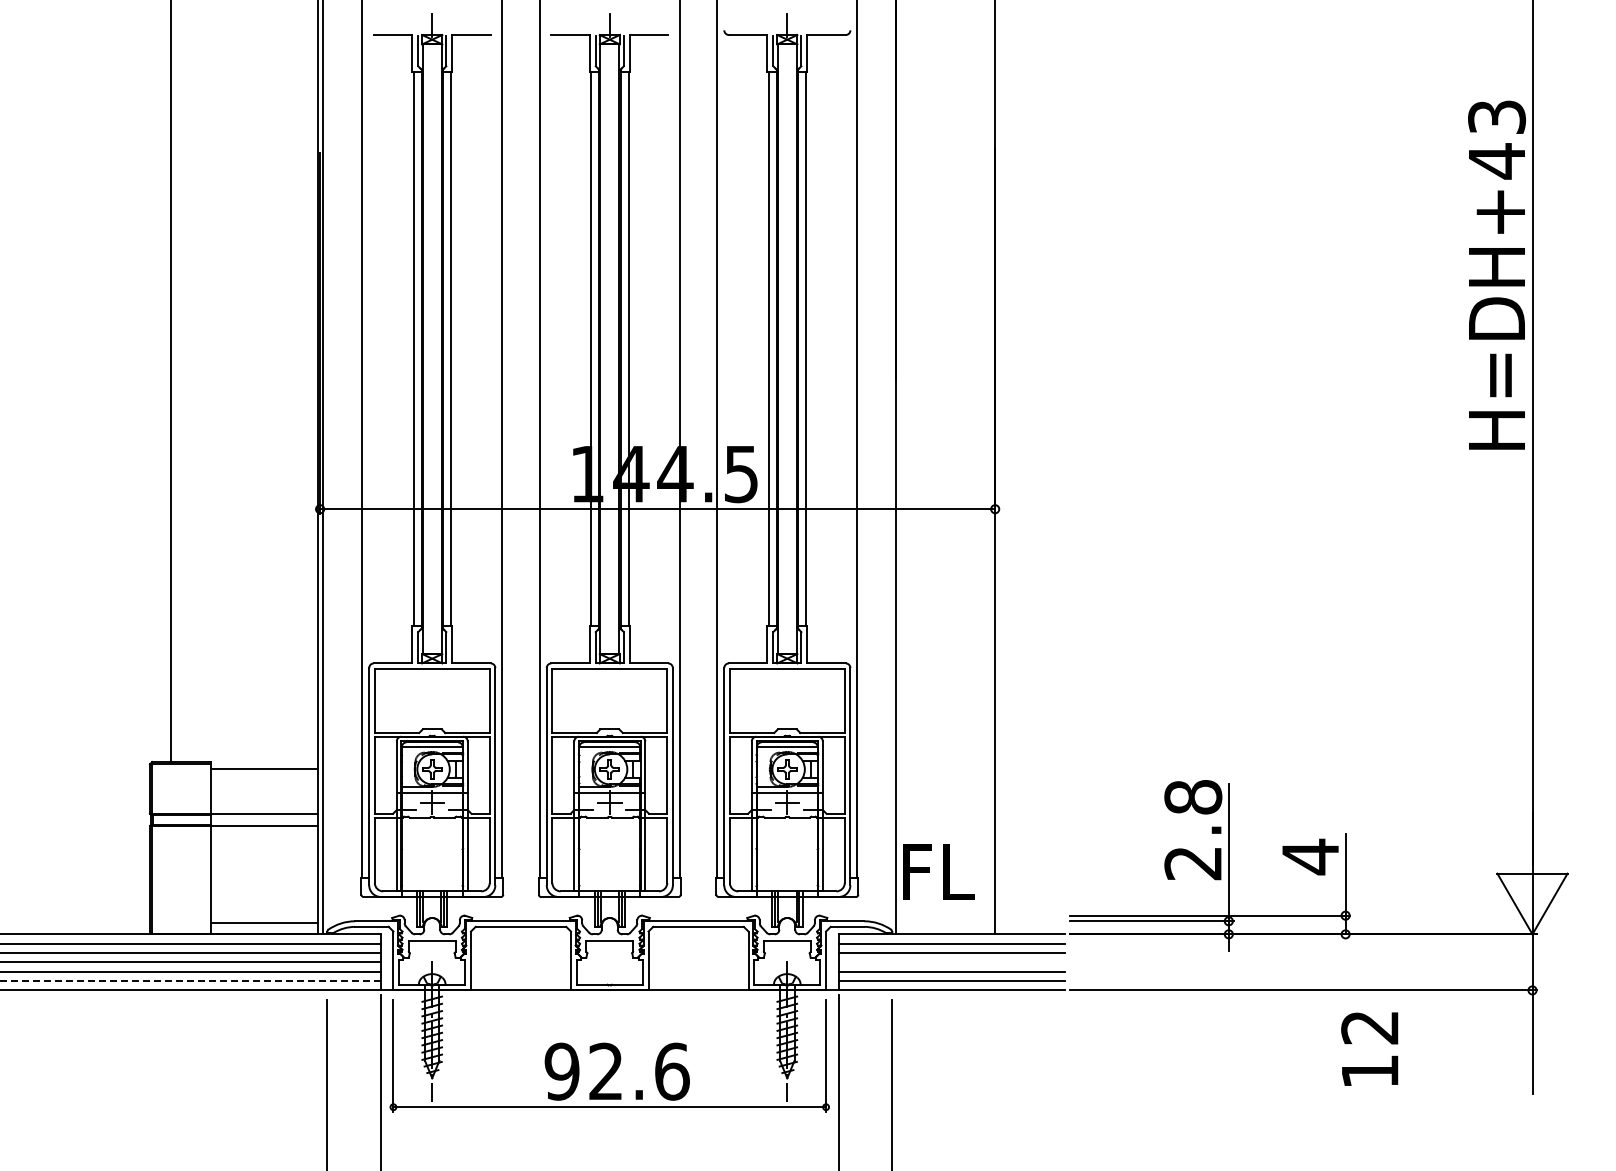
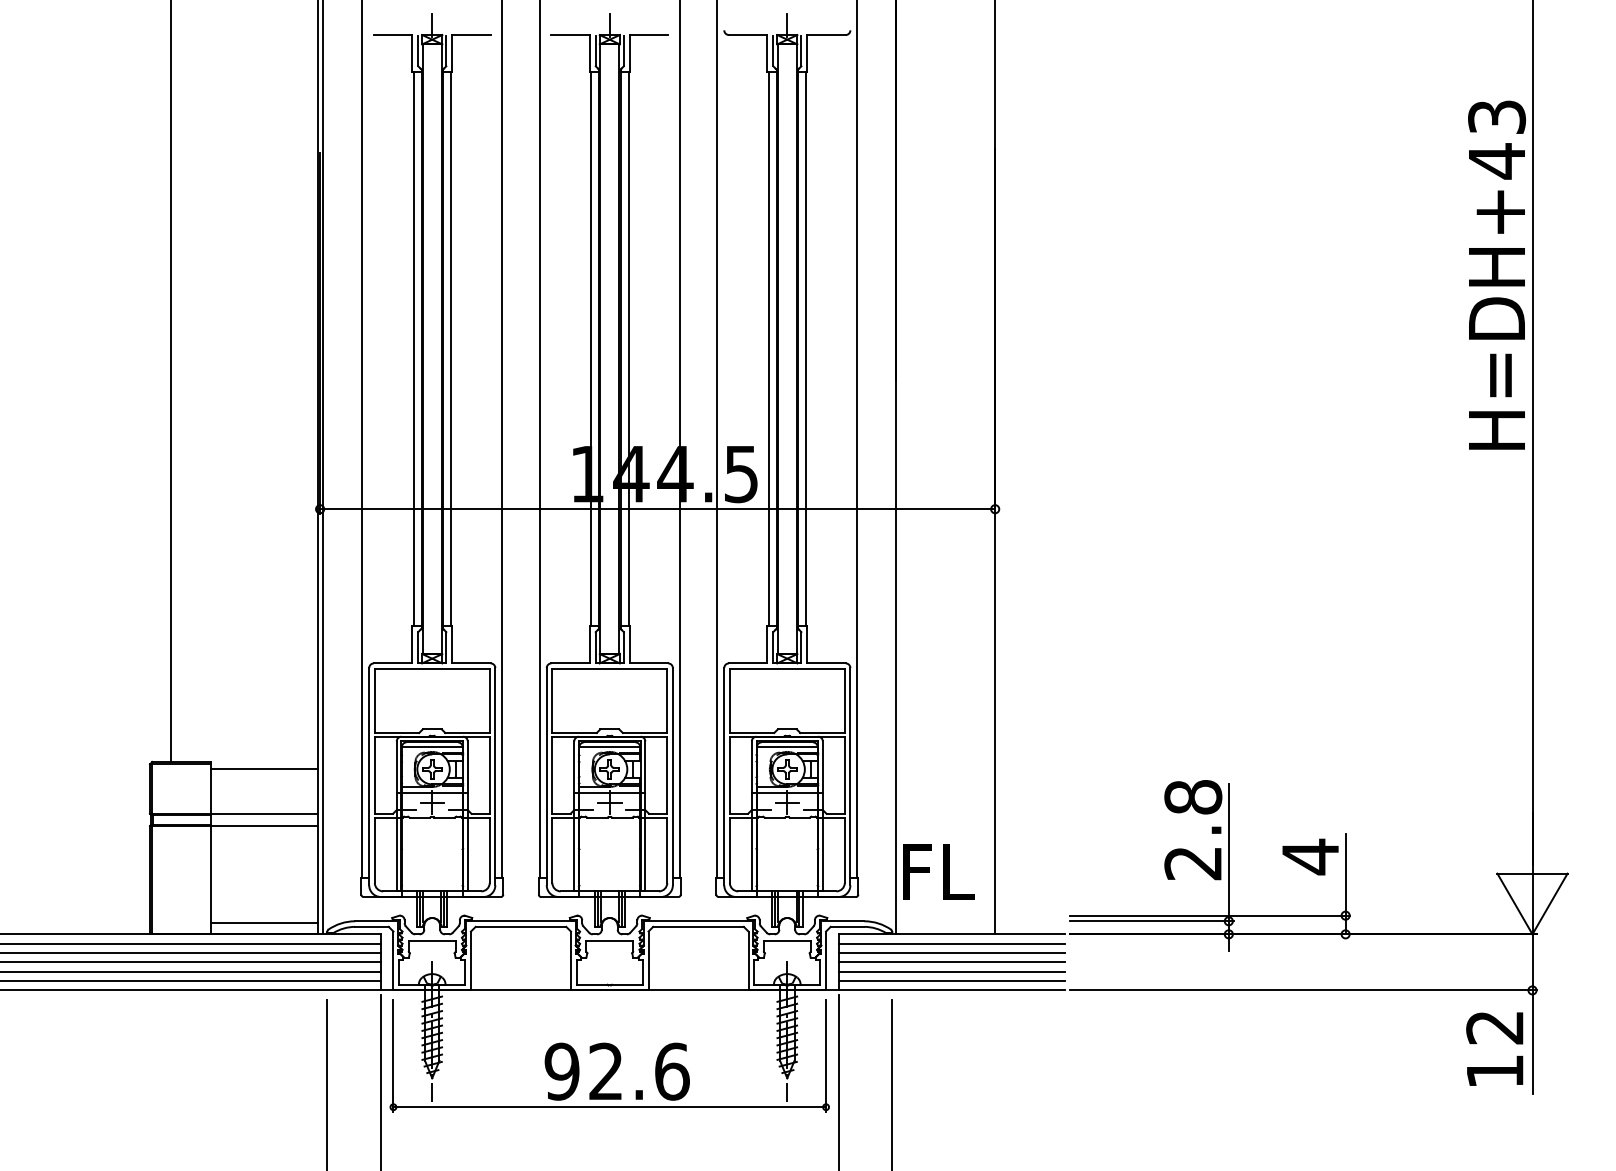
line at (951, 962): none -> present
line at (190, 981): dashed -> solid
text at (1369, 1048) position: (1369, 1048) -> (1494, 1048)
